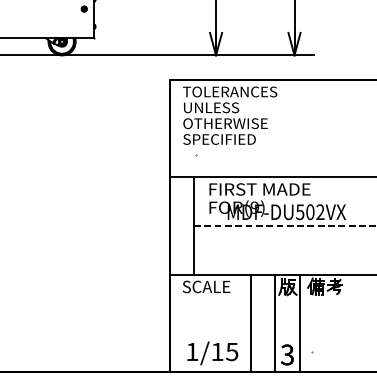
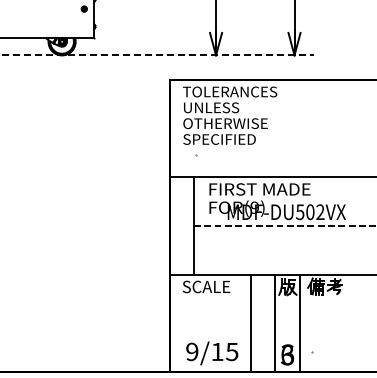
line at (157, 55): solid -> dashed
text at (192, 351): 1/15 -> 9/15
text at (287, 354): 3 -> 6
